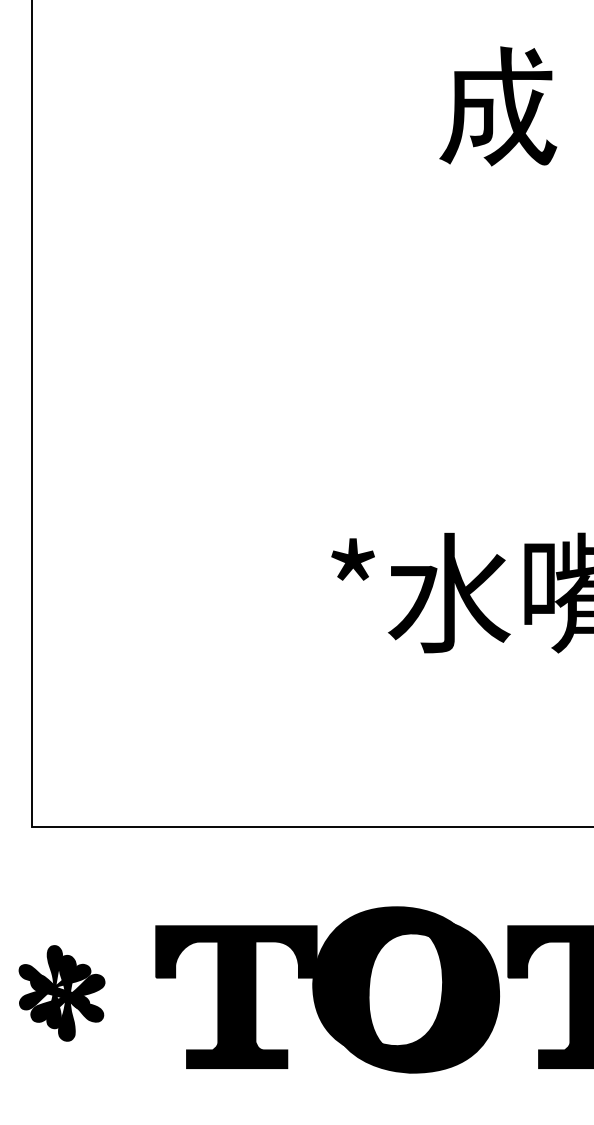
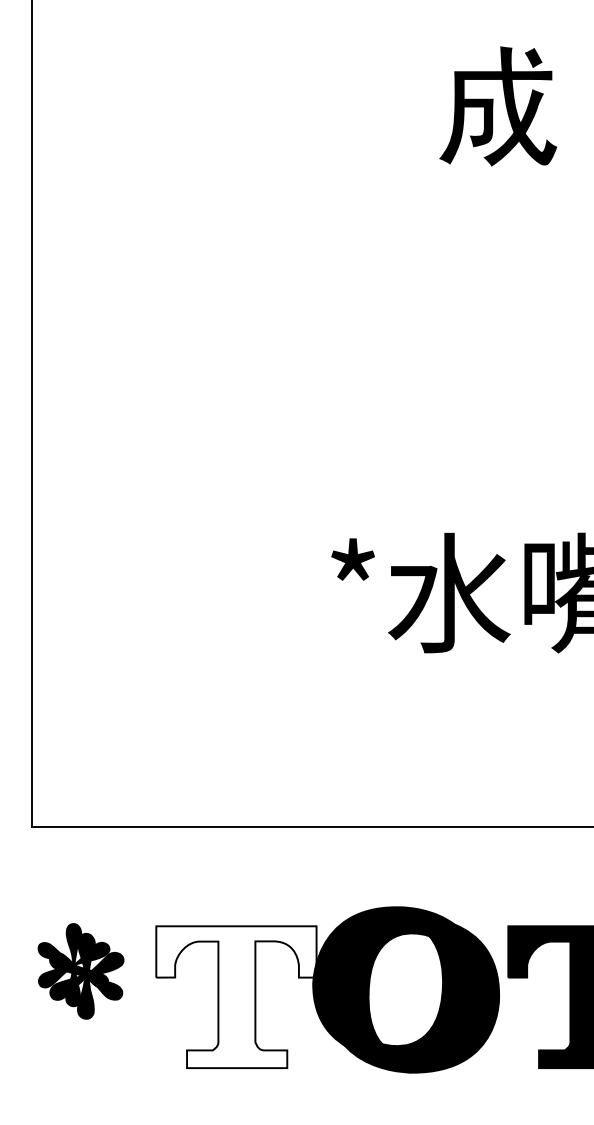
part at (61, 993) position: (61, 993) -> (80, 971)
fill at (236, 997): present -> none
